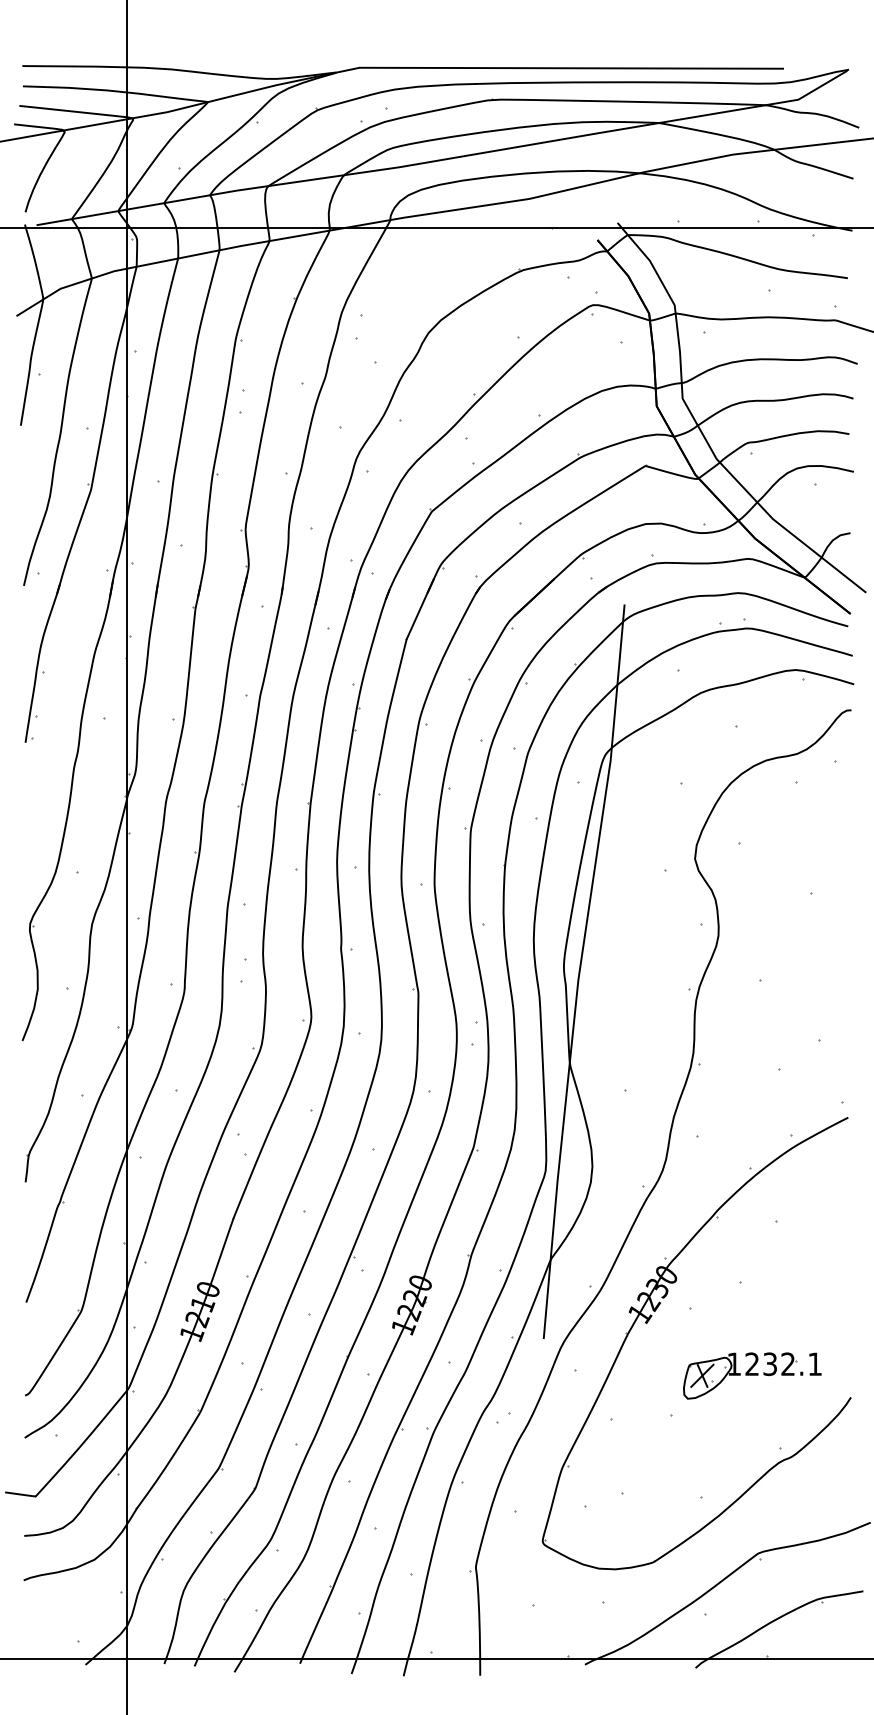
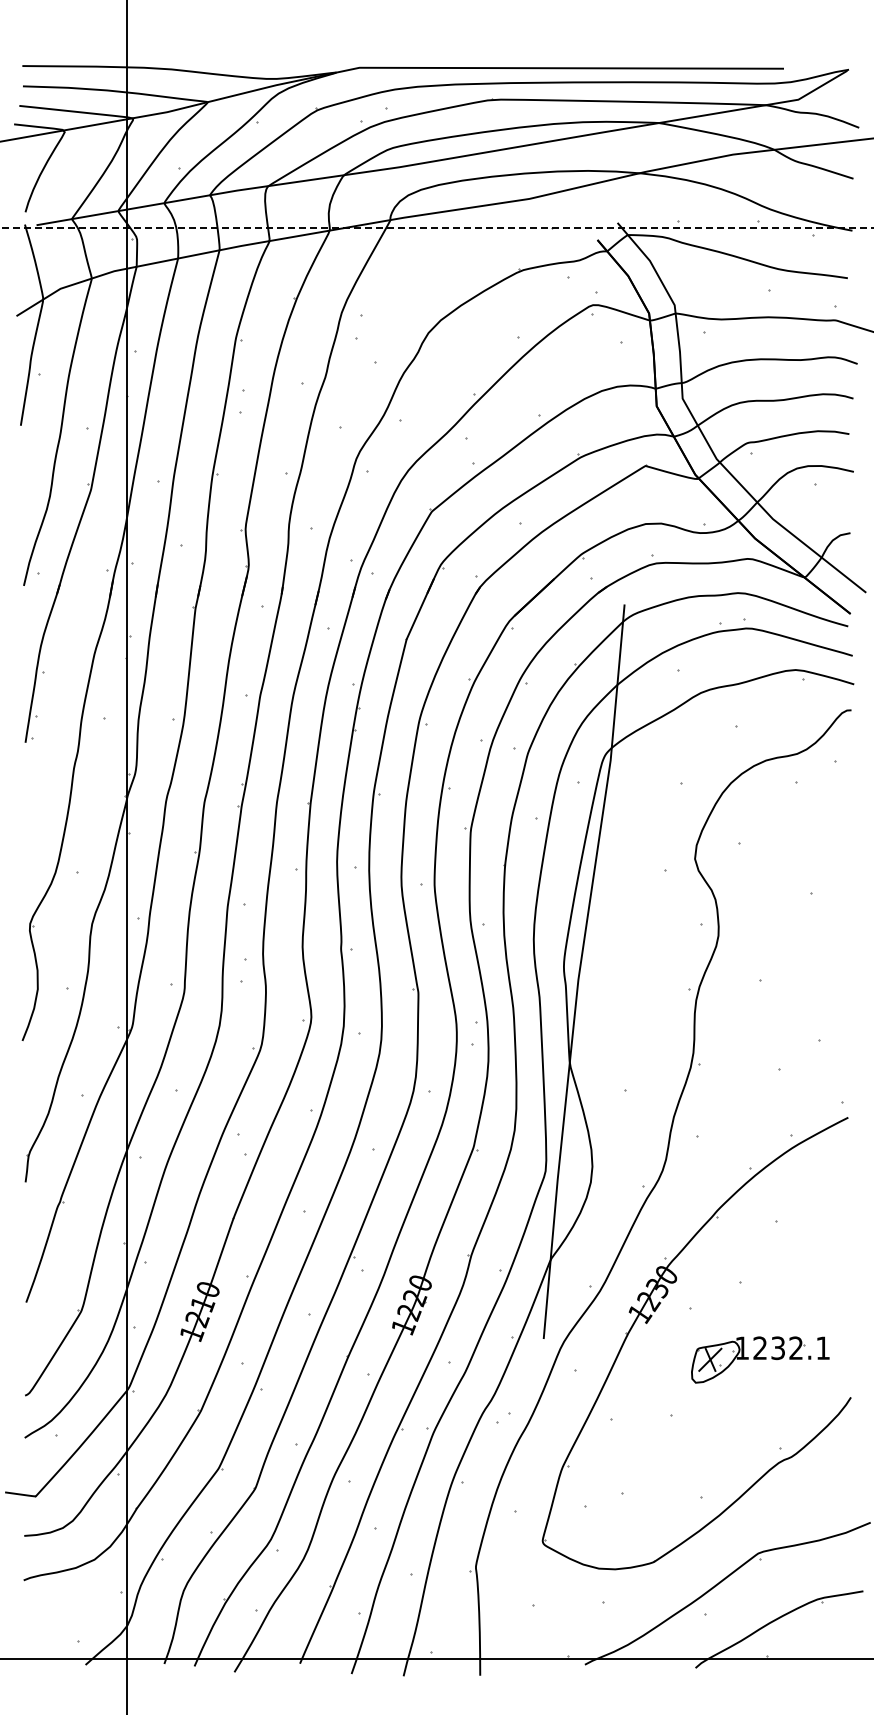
line at (436, 228): solid -> dashed
part at (752, 1375) position: (752, 1375) -> (760, 1359)
